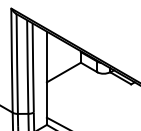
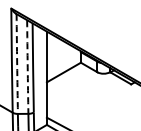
arc at (17, 64): solid -> dashed
arc at (27, 67): solid -> dashed
